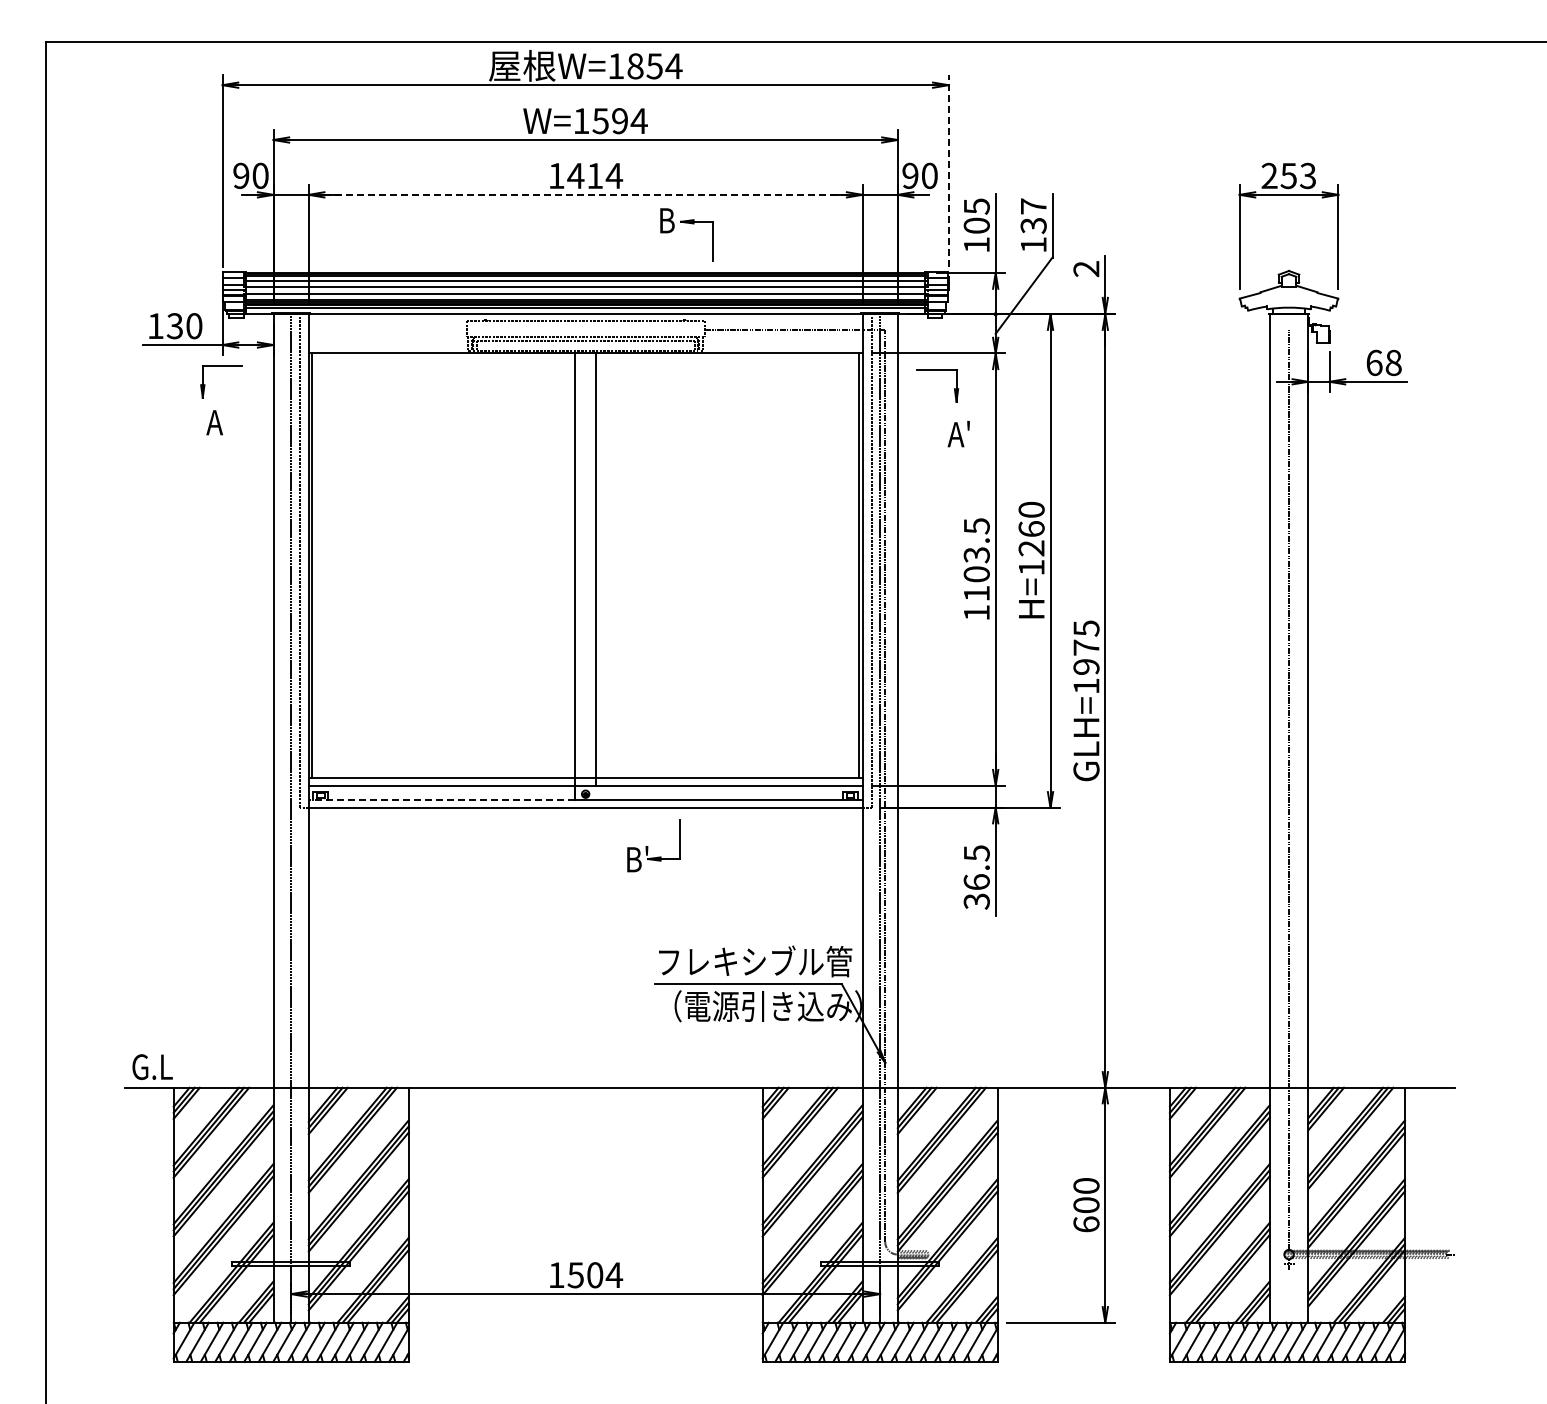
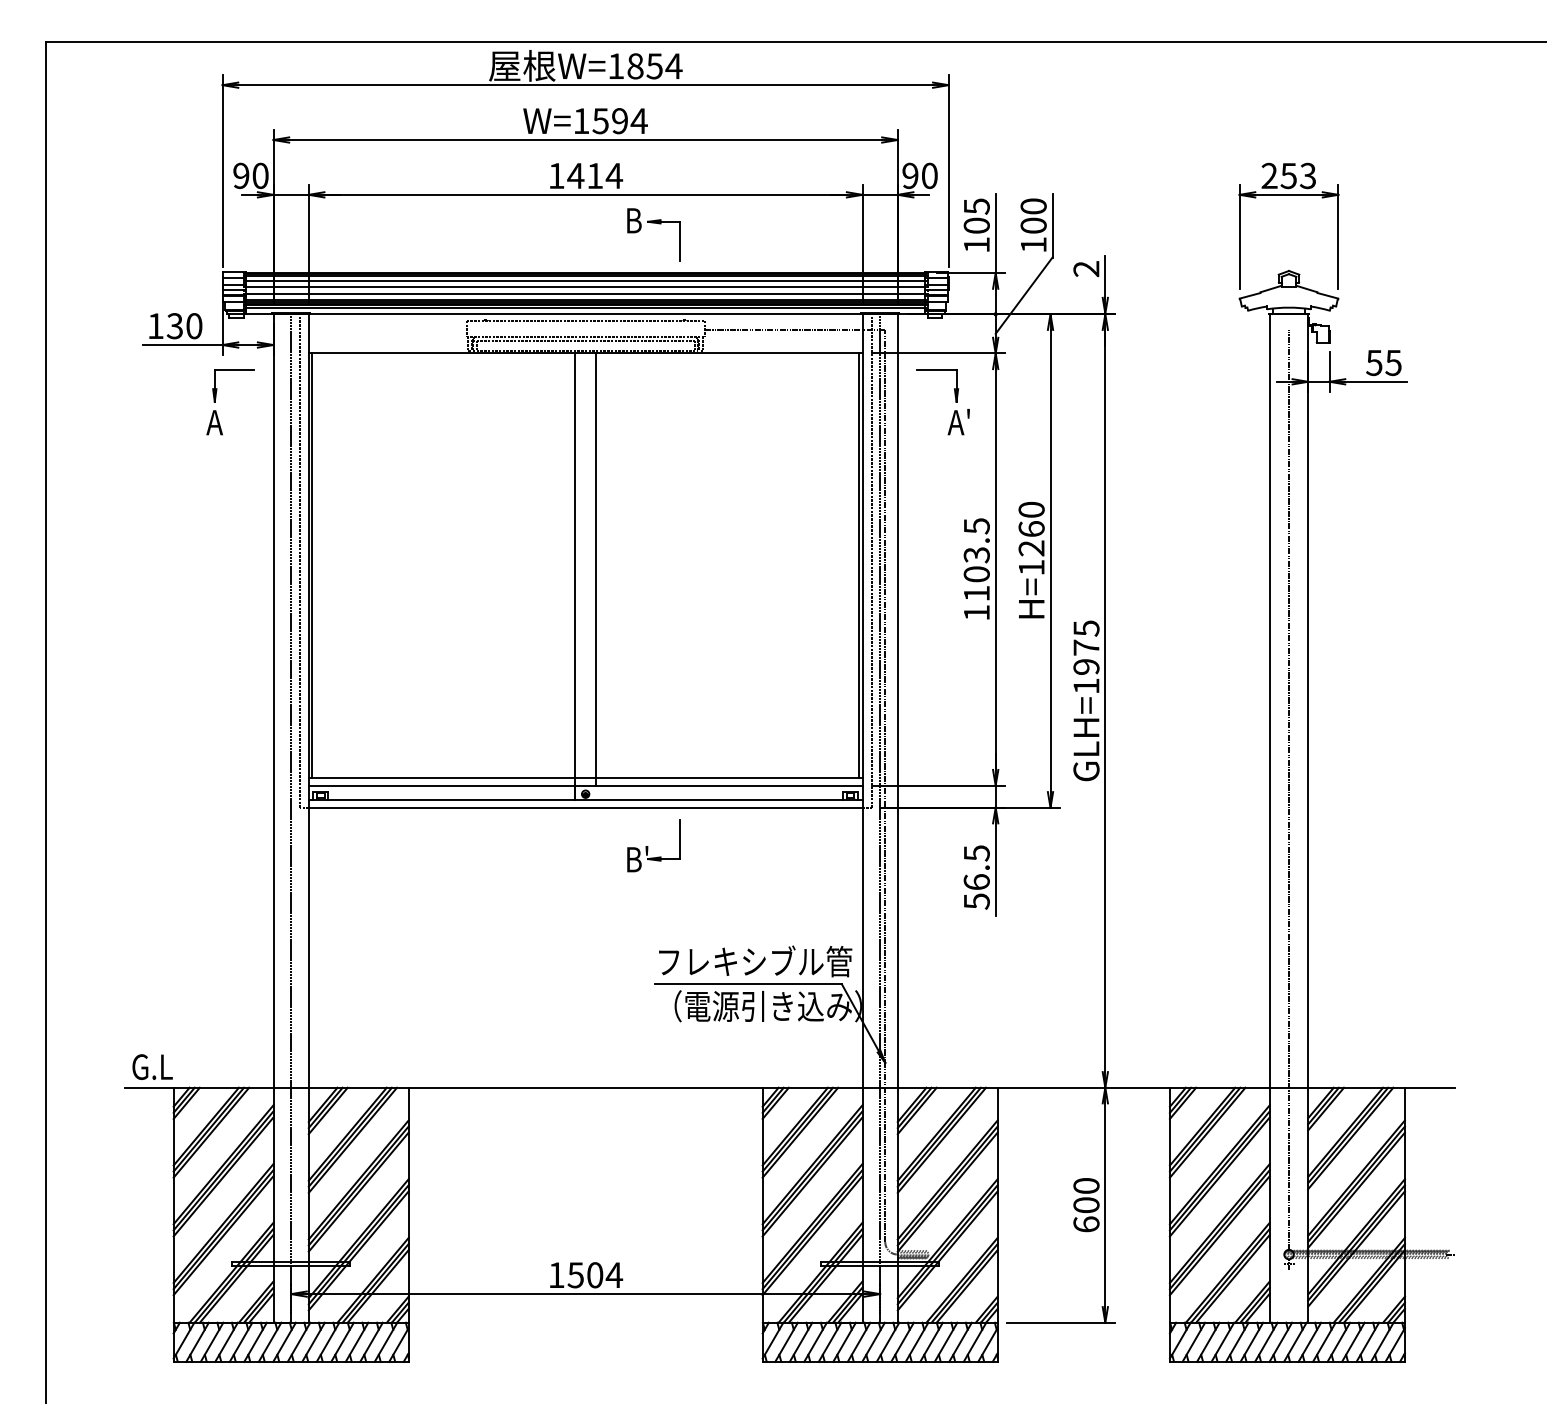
line at (948, 171): dashed -> solid
line at (586, 194): dashed -> solid
text at (1033, 216): 137 -> 100
part at (686, 223) position: (686, 223) -> (653, 223)
text at (1383, 362): 68 -> 55
part at (221, 366) position: (221, 366) -> (233, 370)
text at (958, 434) position: (958, 434) -> (958, 422)
line at (441, 799): dashed -> solid
text at (976, 901): 36.5 -> 56.5
